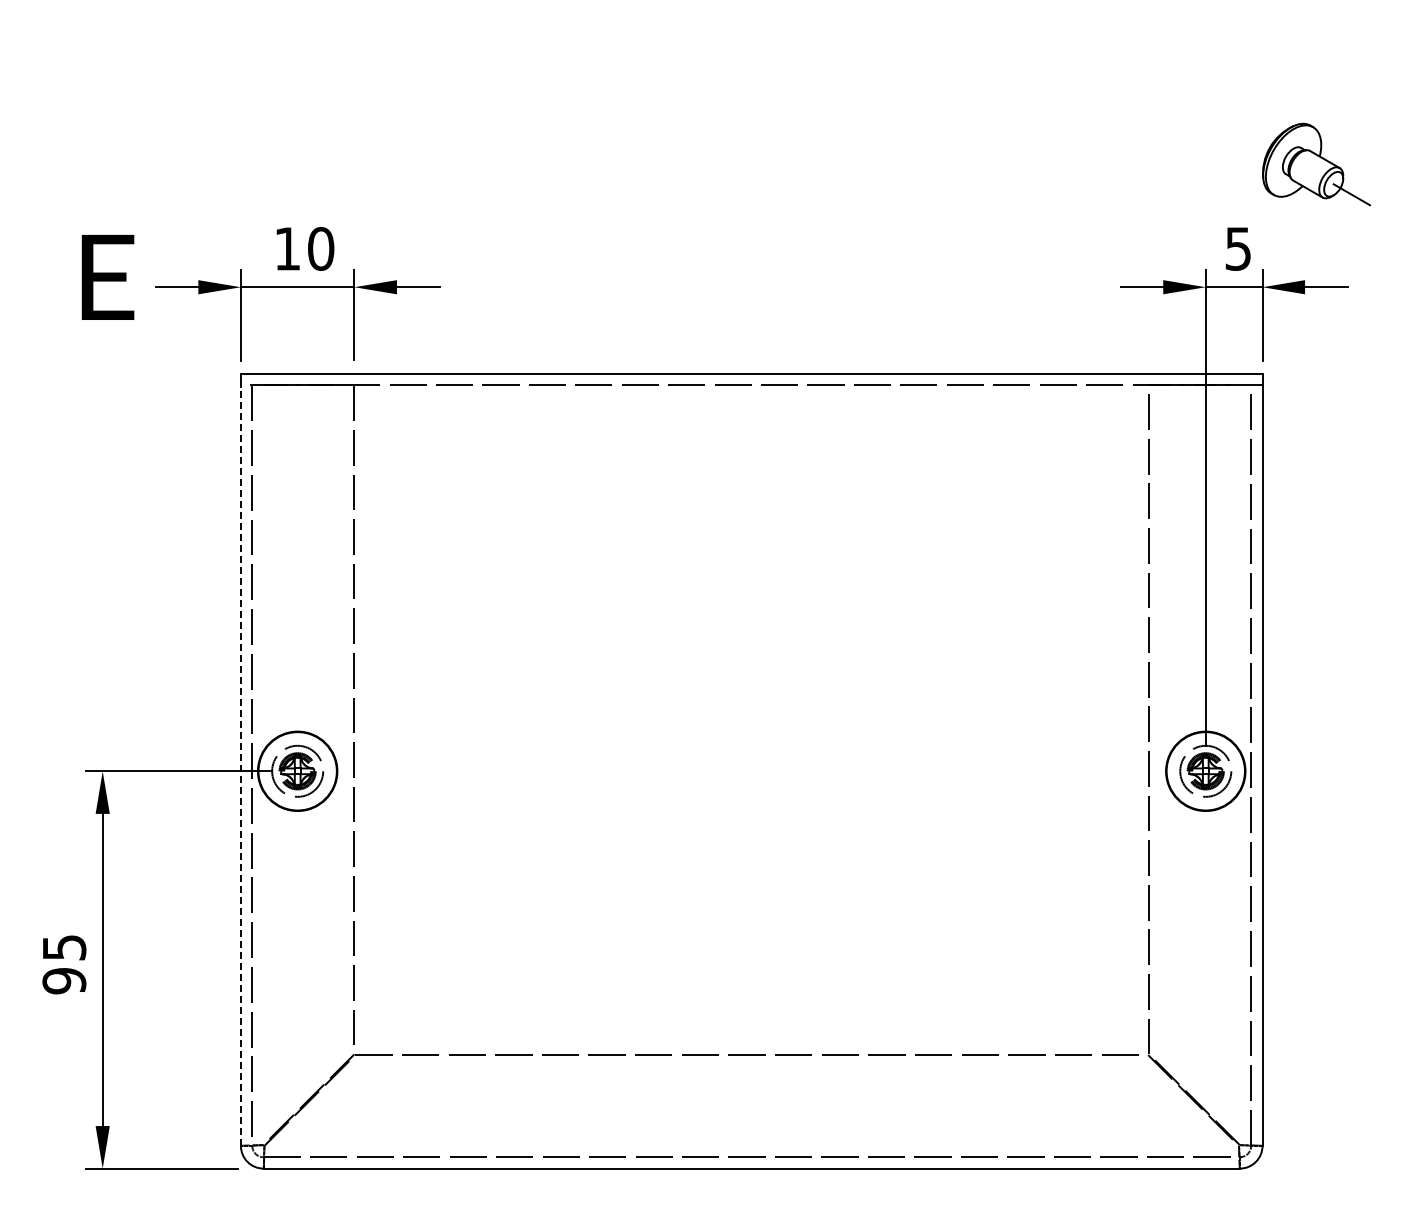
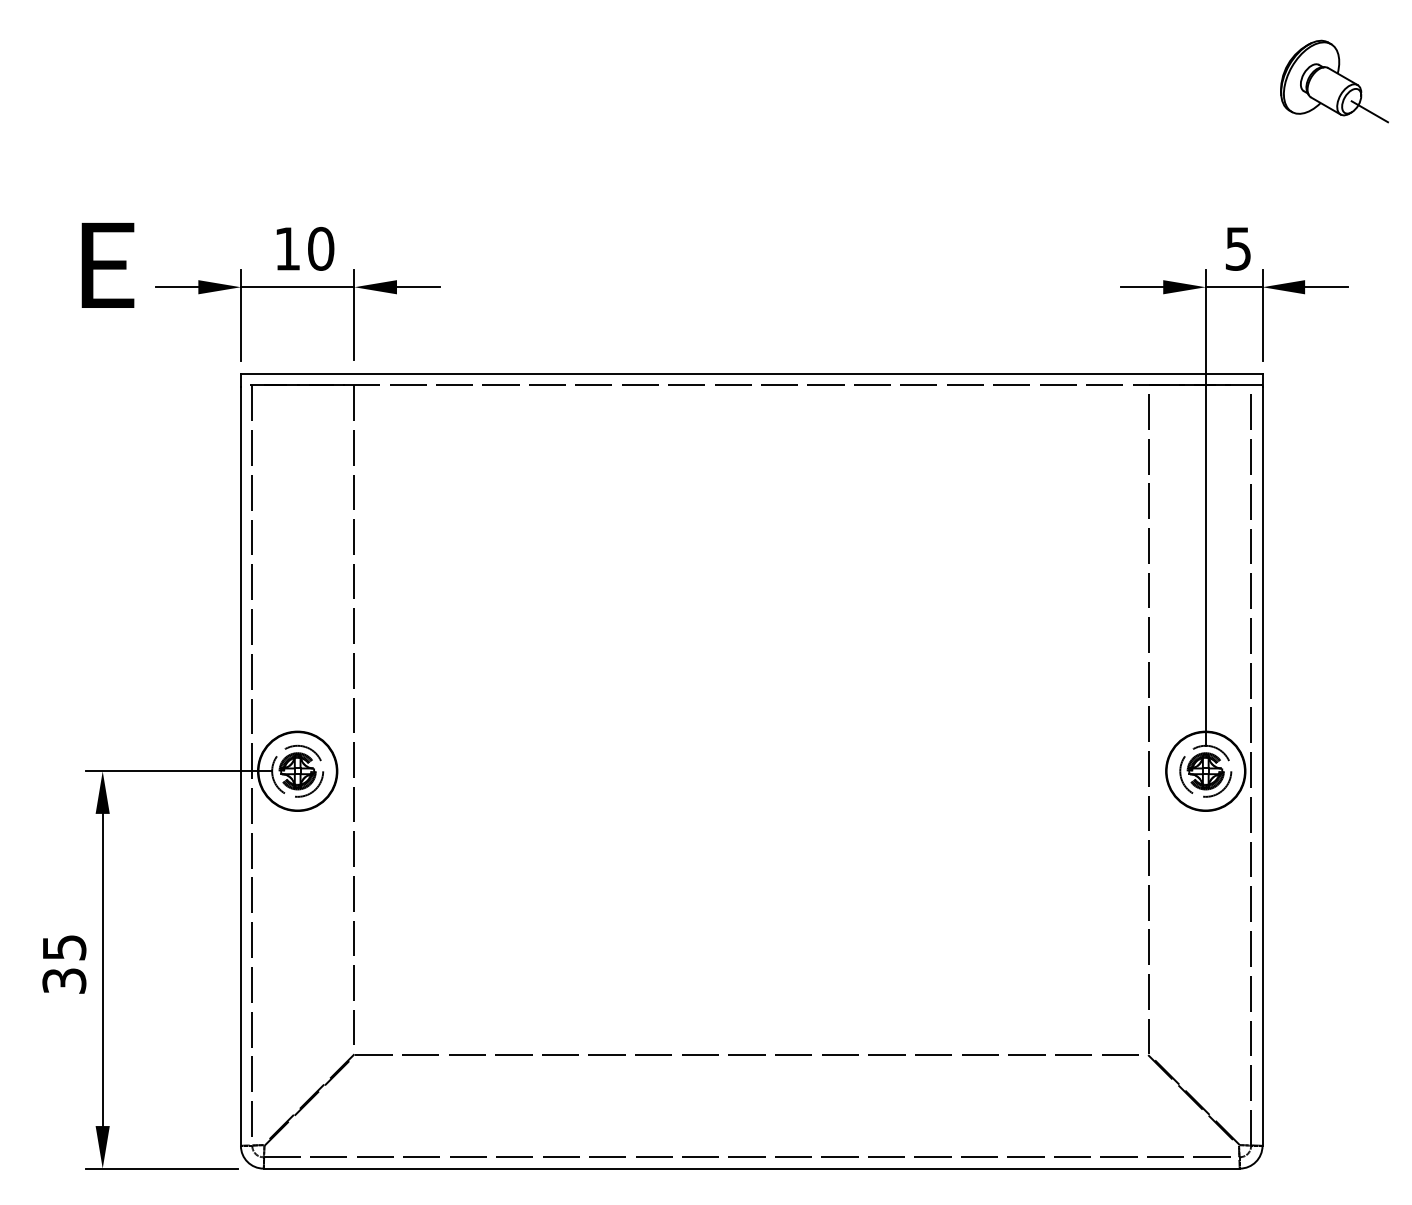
part at (1316, 164) position: (1316, 164) -> (1334, 81)
text at (107, 277) position: (107, 277) -> (107, 265)
line at (240, 766): dashed -> solid
text at (64, 981): 95 -> 35
